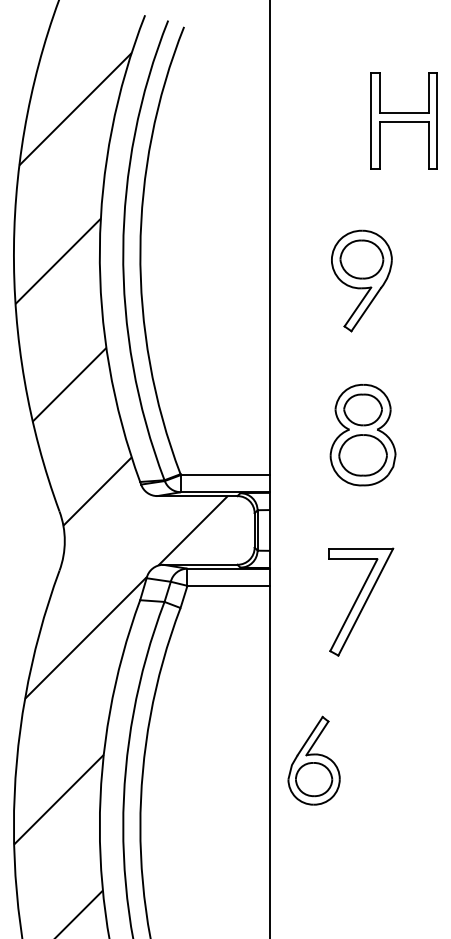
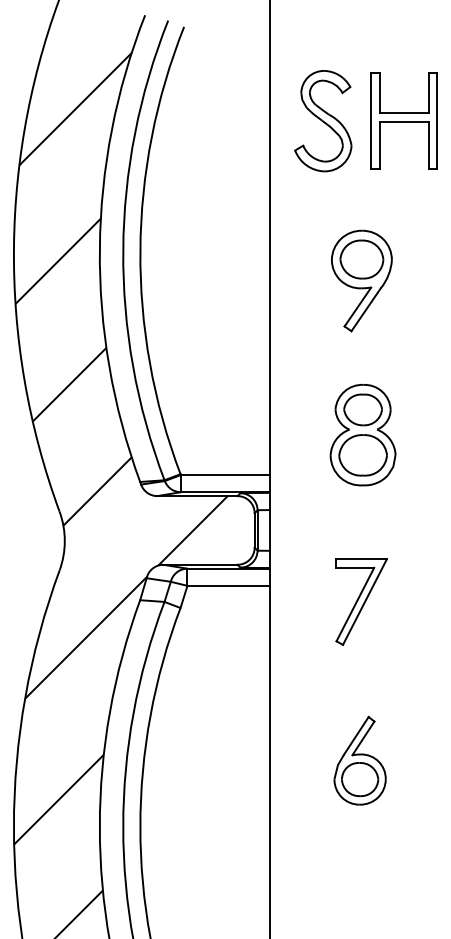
part at (323, 121): none -> present
part at (361, 601) size: 67x110 px -> 53x88 px
part at (313, 760) position: (313, 760) -> (359, 760)
